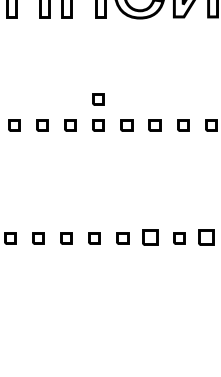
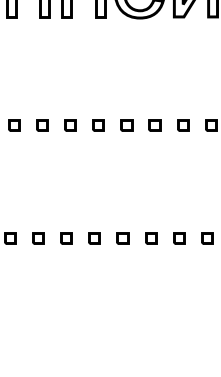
part at (98, 99): present -> none
part at (150, 237) size: 17x17 px -> 13x13 px
part at (206, 237) size: 17x17 px -> 13x13 px
